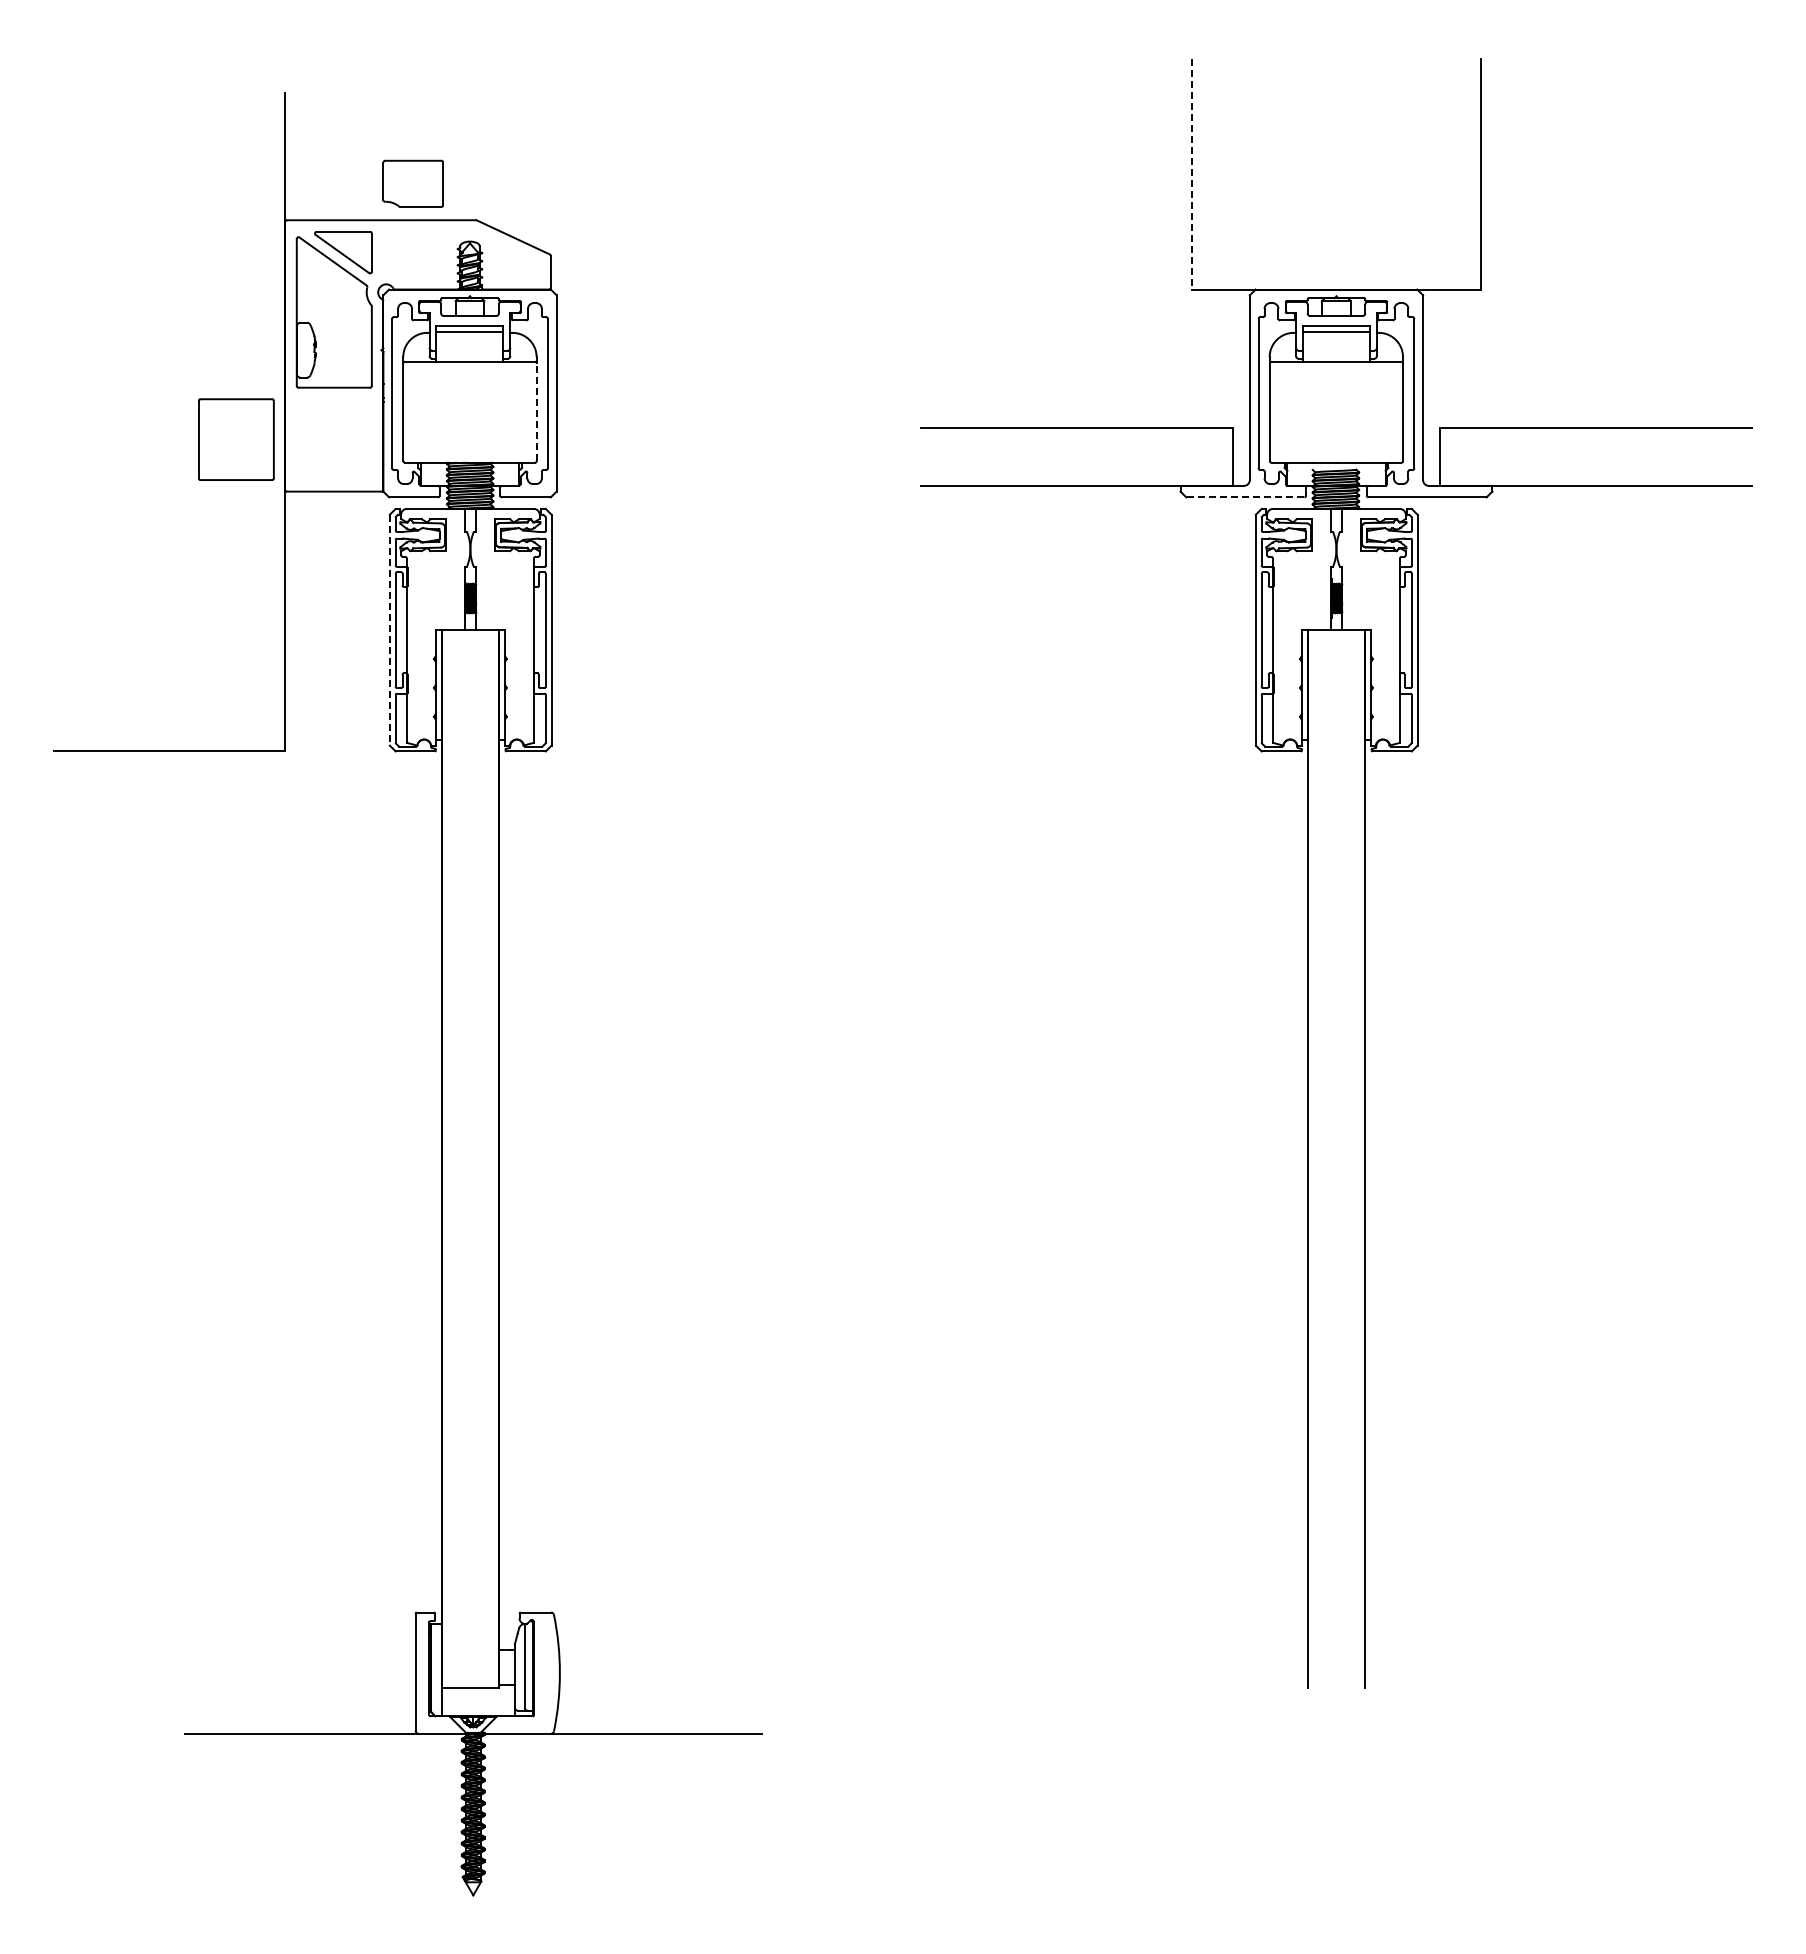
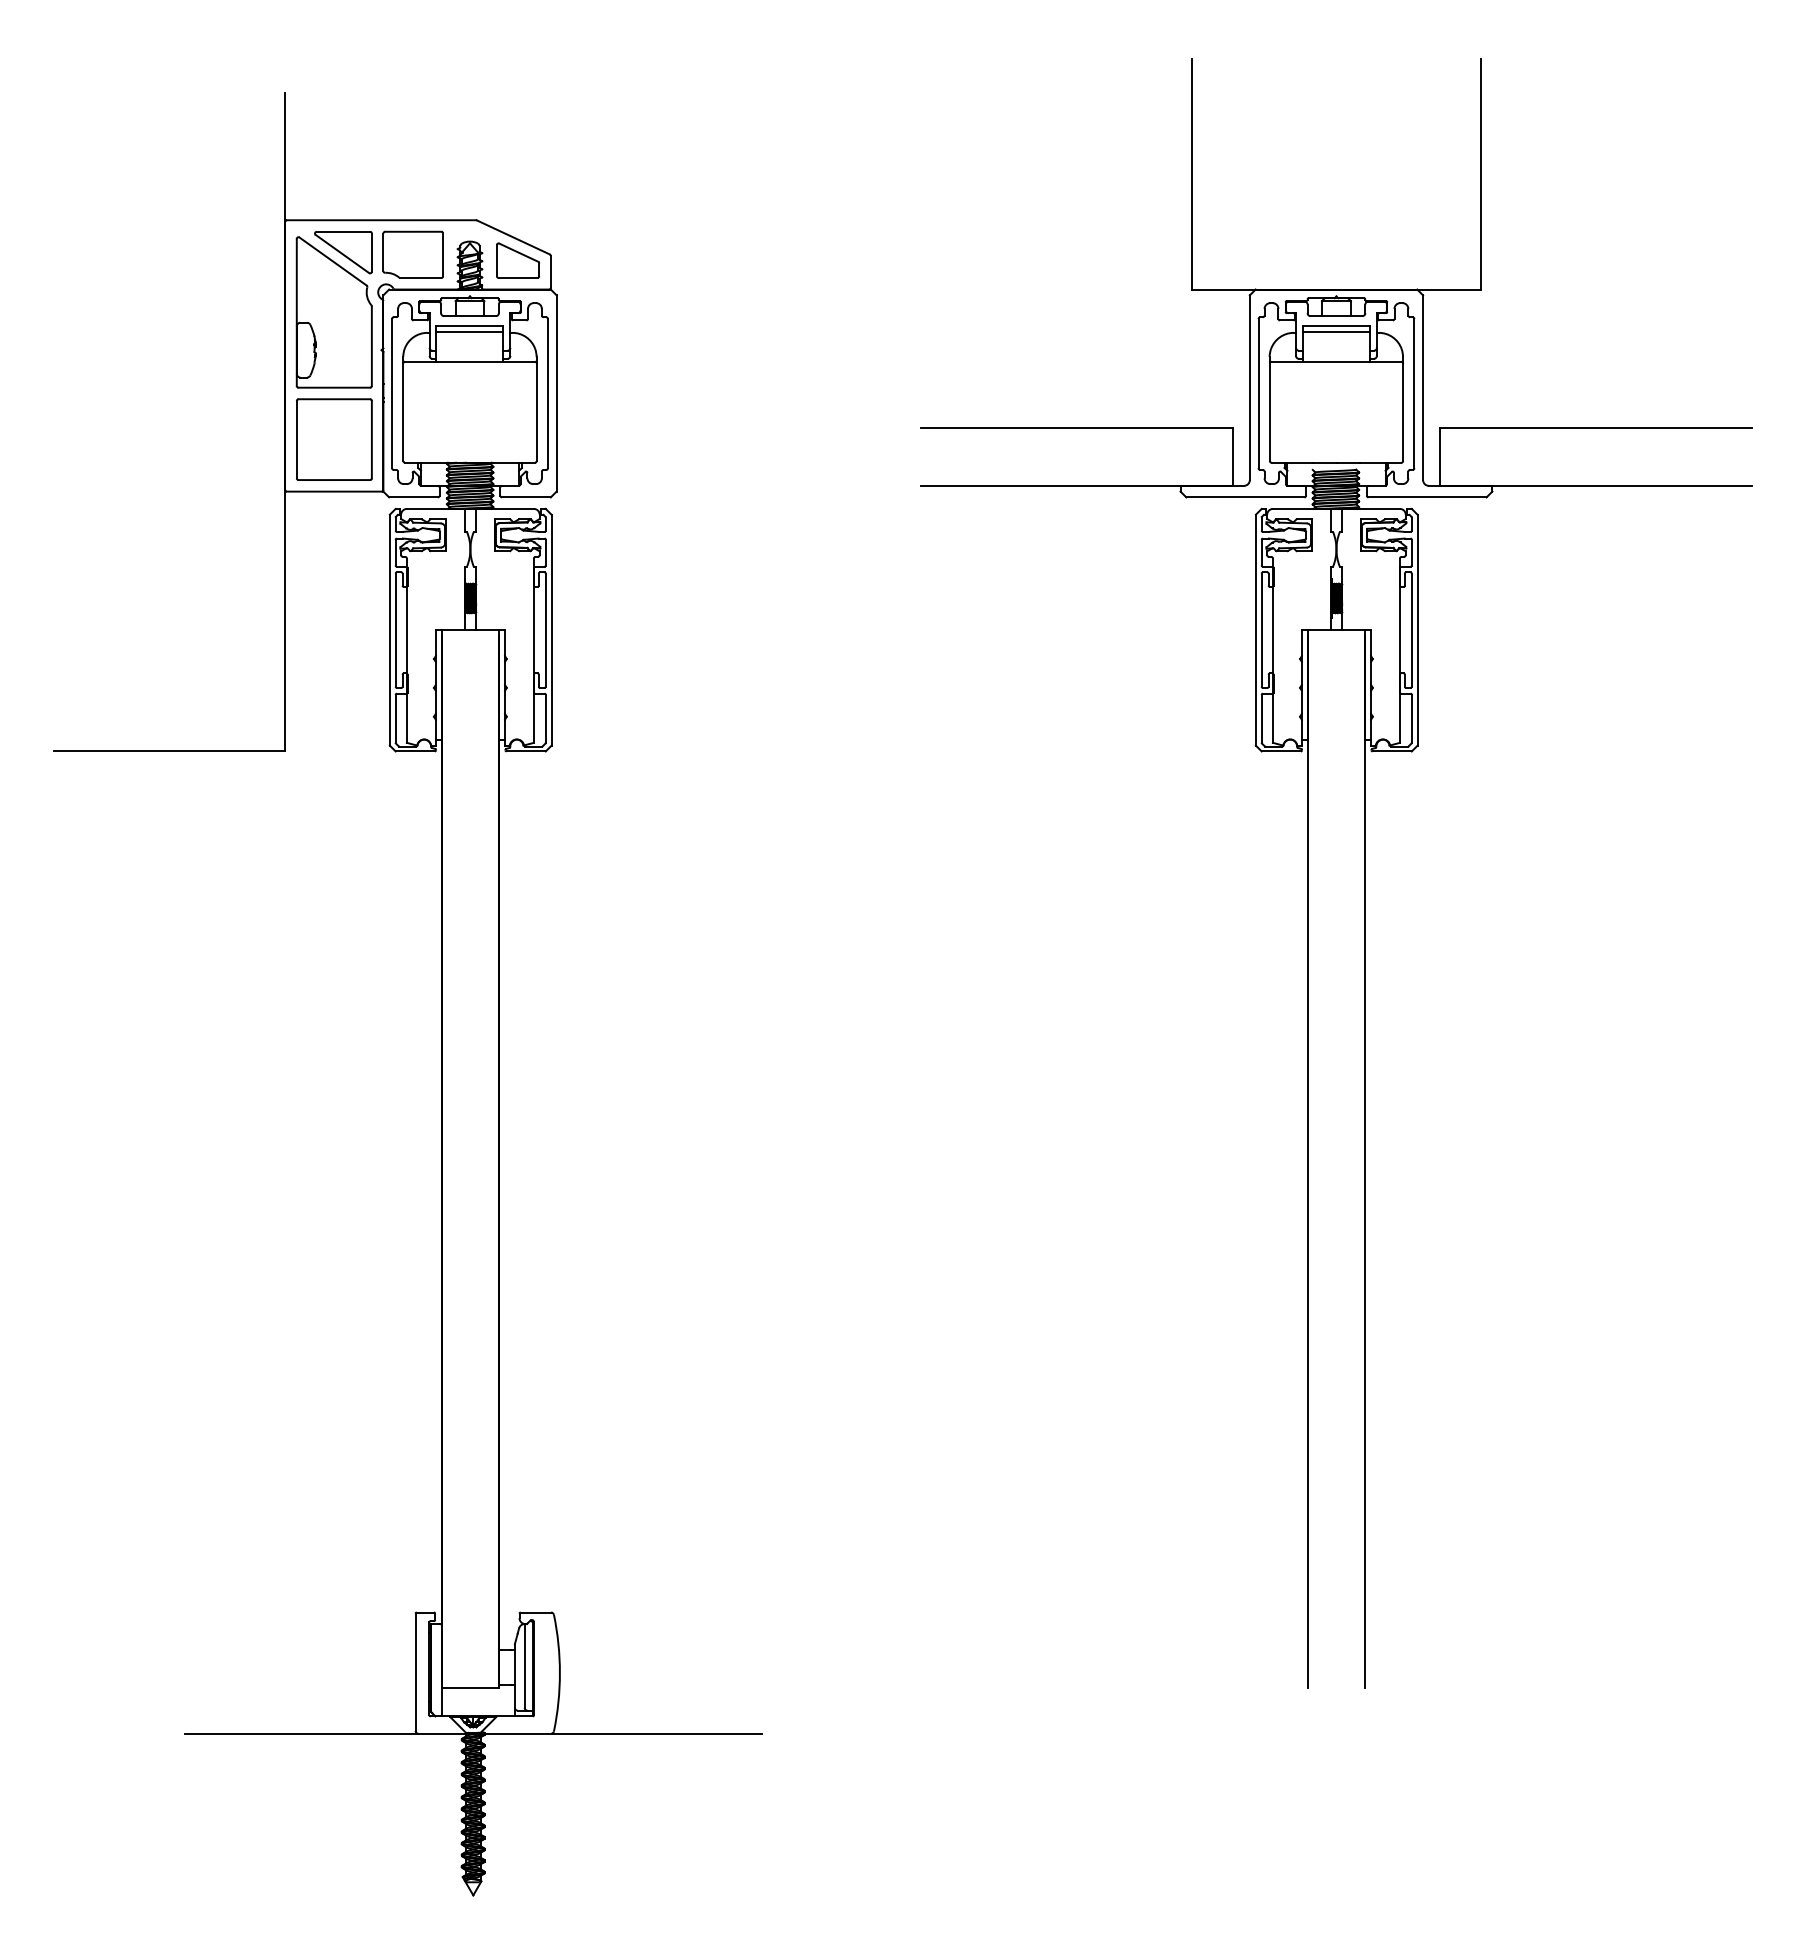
line at (1192, 174): dashed -> solid
part at (412, 183) position: (412, 183) -> (412, 254)
part at (518, 260): none -> present
line at (536, 412): dashed -> solid
part at (236, 439) position: (236, 439) -> (334, 439)
line at (1244, 497): dashed -> solid
line at (389, 630): dashed -> solid
